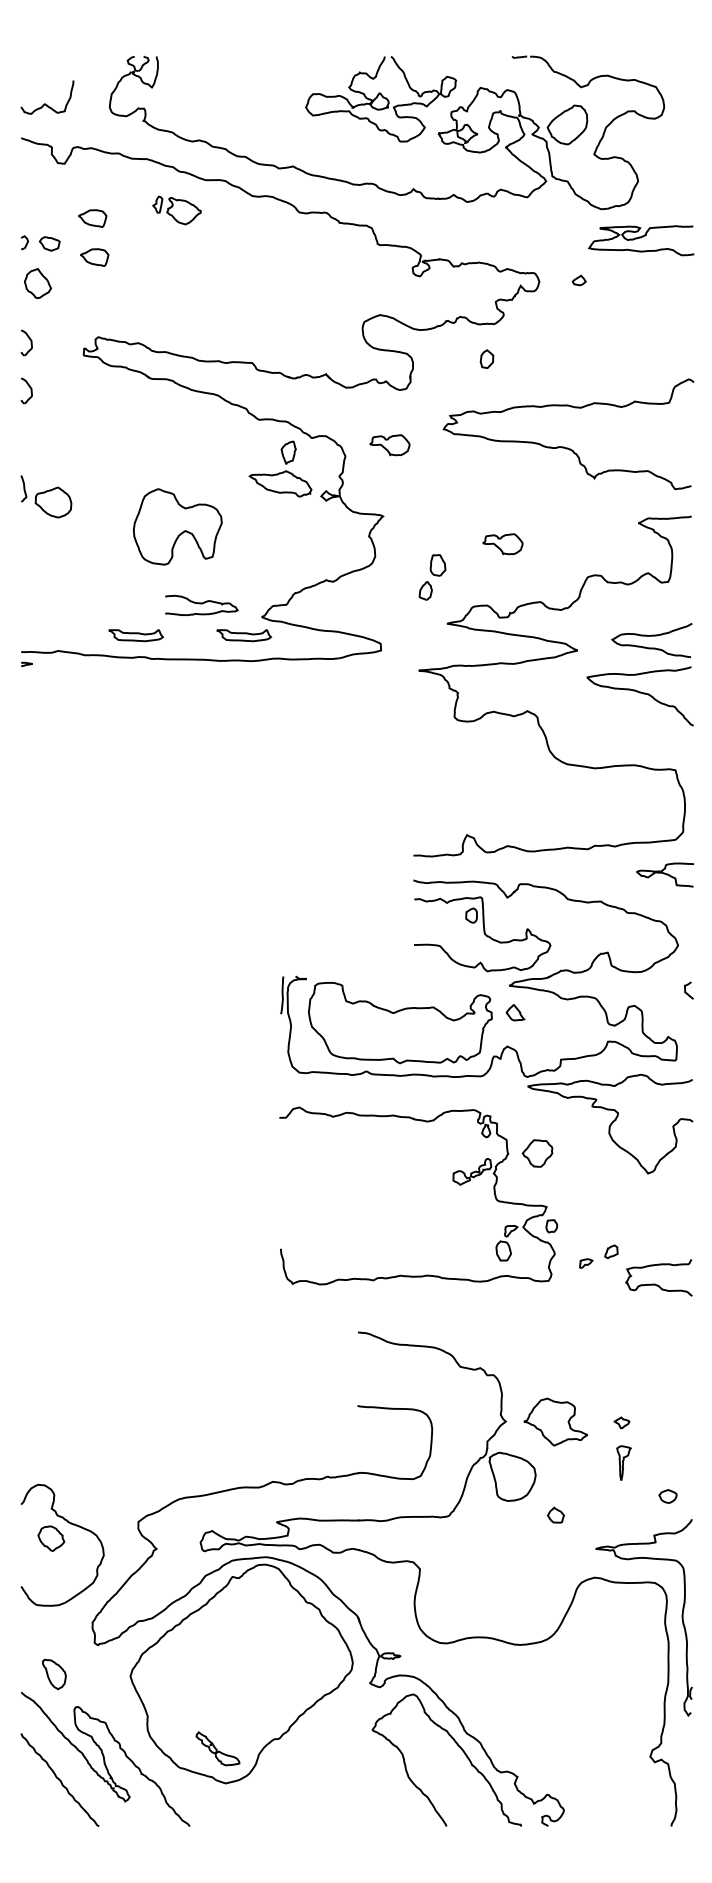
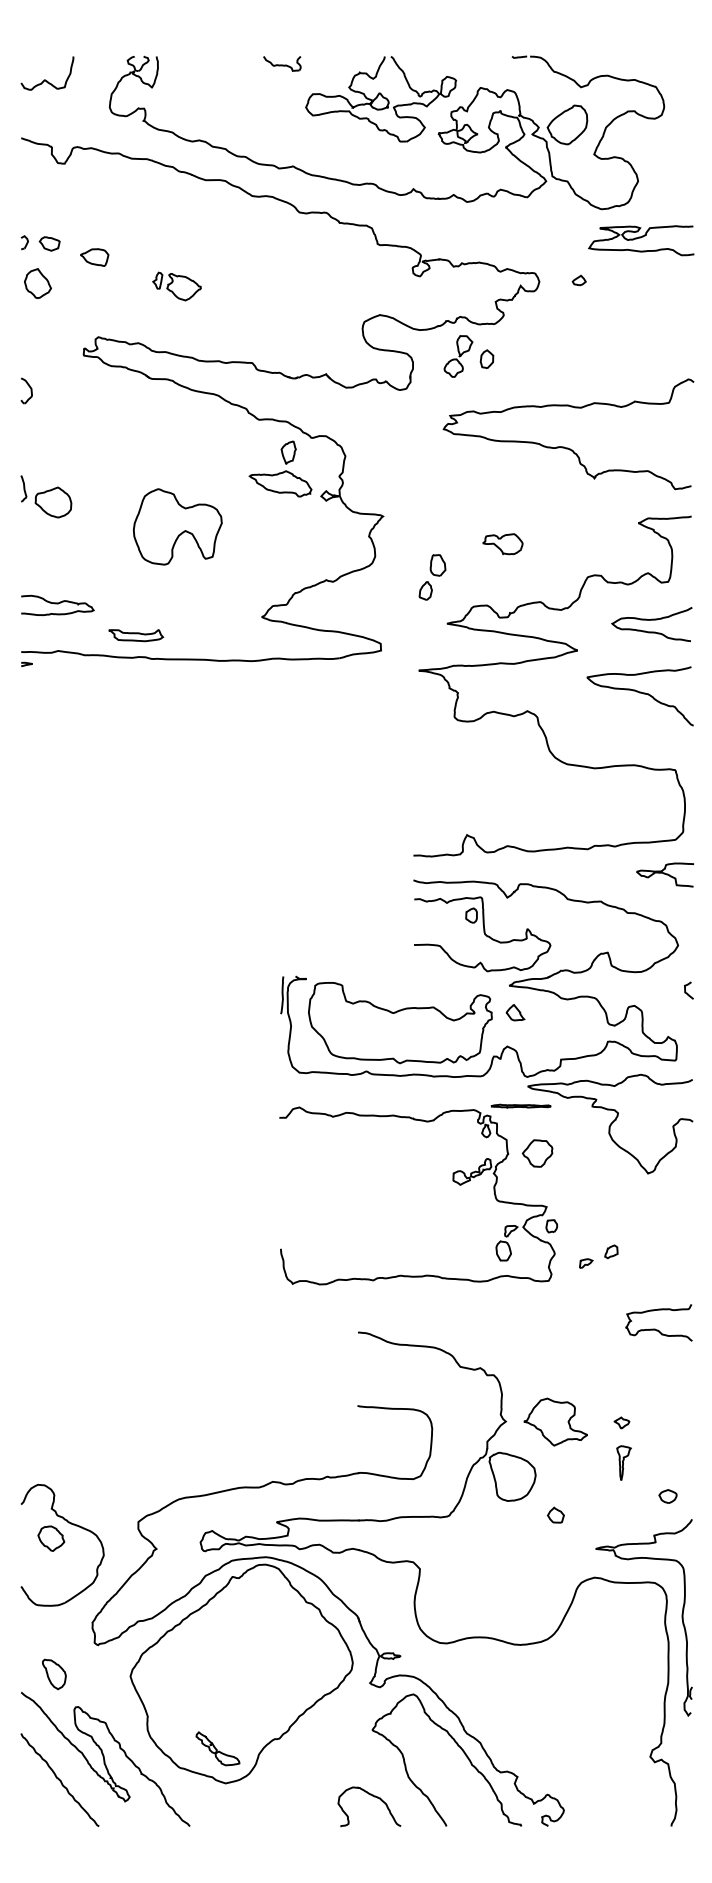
part at (282, 63): none -> present
curve at (45, 103) position: (45, 103) -> (45, 79)
part at (176, 210) position: (176, 210) -> (176, 286)
part at (92, 218): present -> none
part at (26, 342): present -> none
part at (458, 356): none -> present
part at (389, 445): present -> none
curve at (201, 604) position: (201, 604) -> (57, 604)
part at (244, 635): present -> none
curve at (651, 636) position: (651, 636) -> (651, 620)
part at (520, 1105): none -> present
curve at (655, 1283) position: (655, 1283) -> (655, 1328)
part at (374, 1797): none -> present
